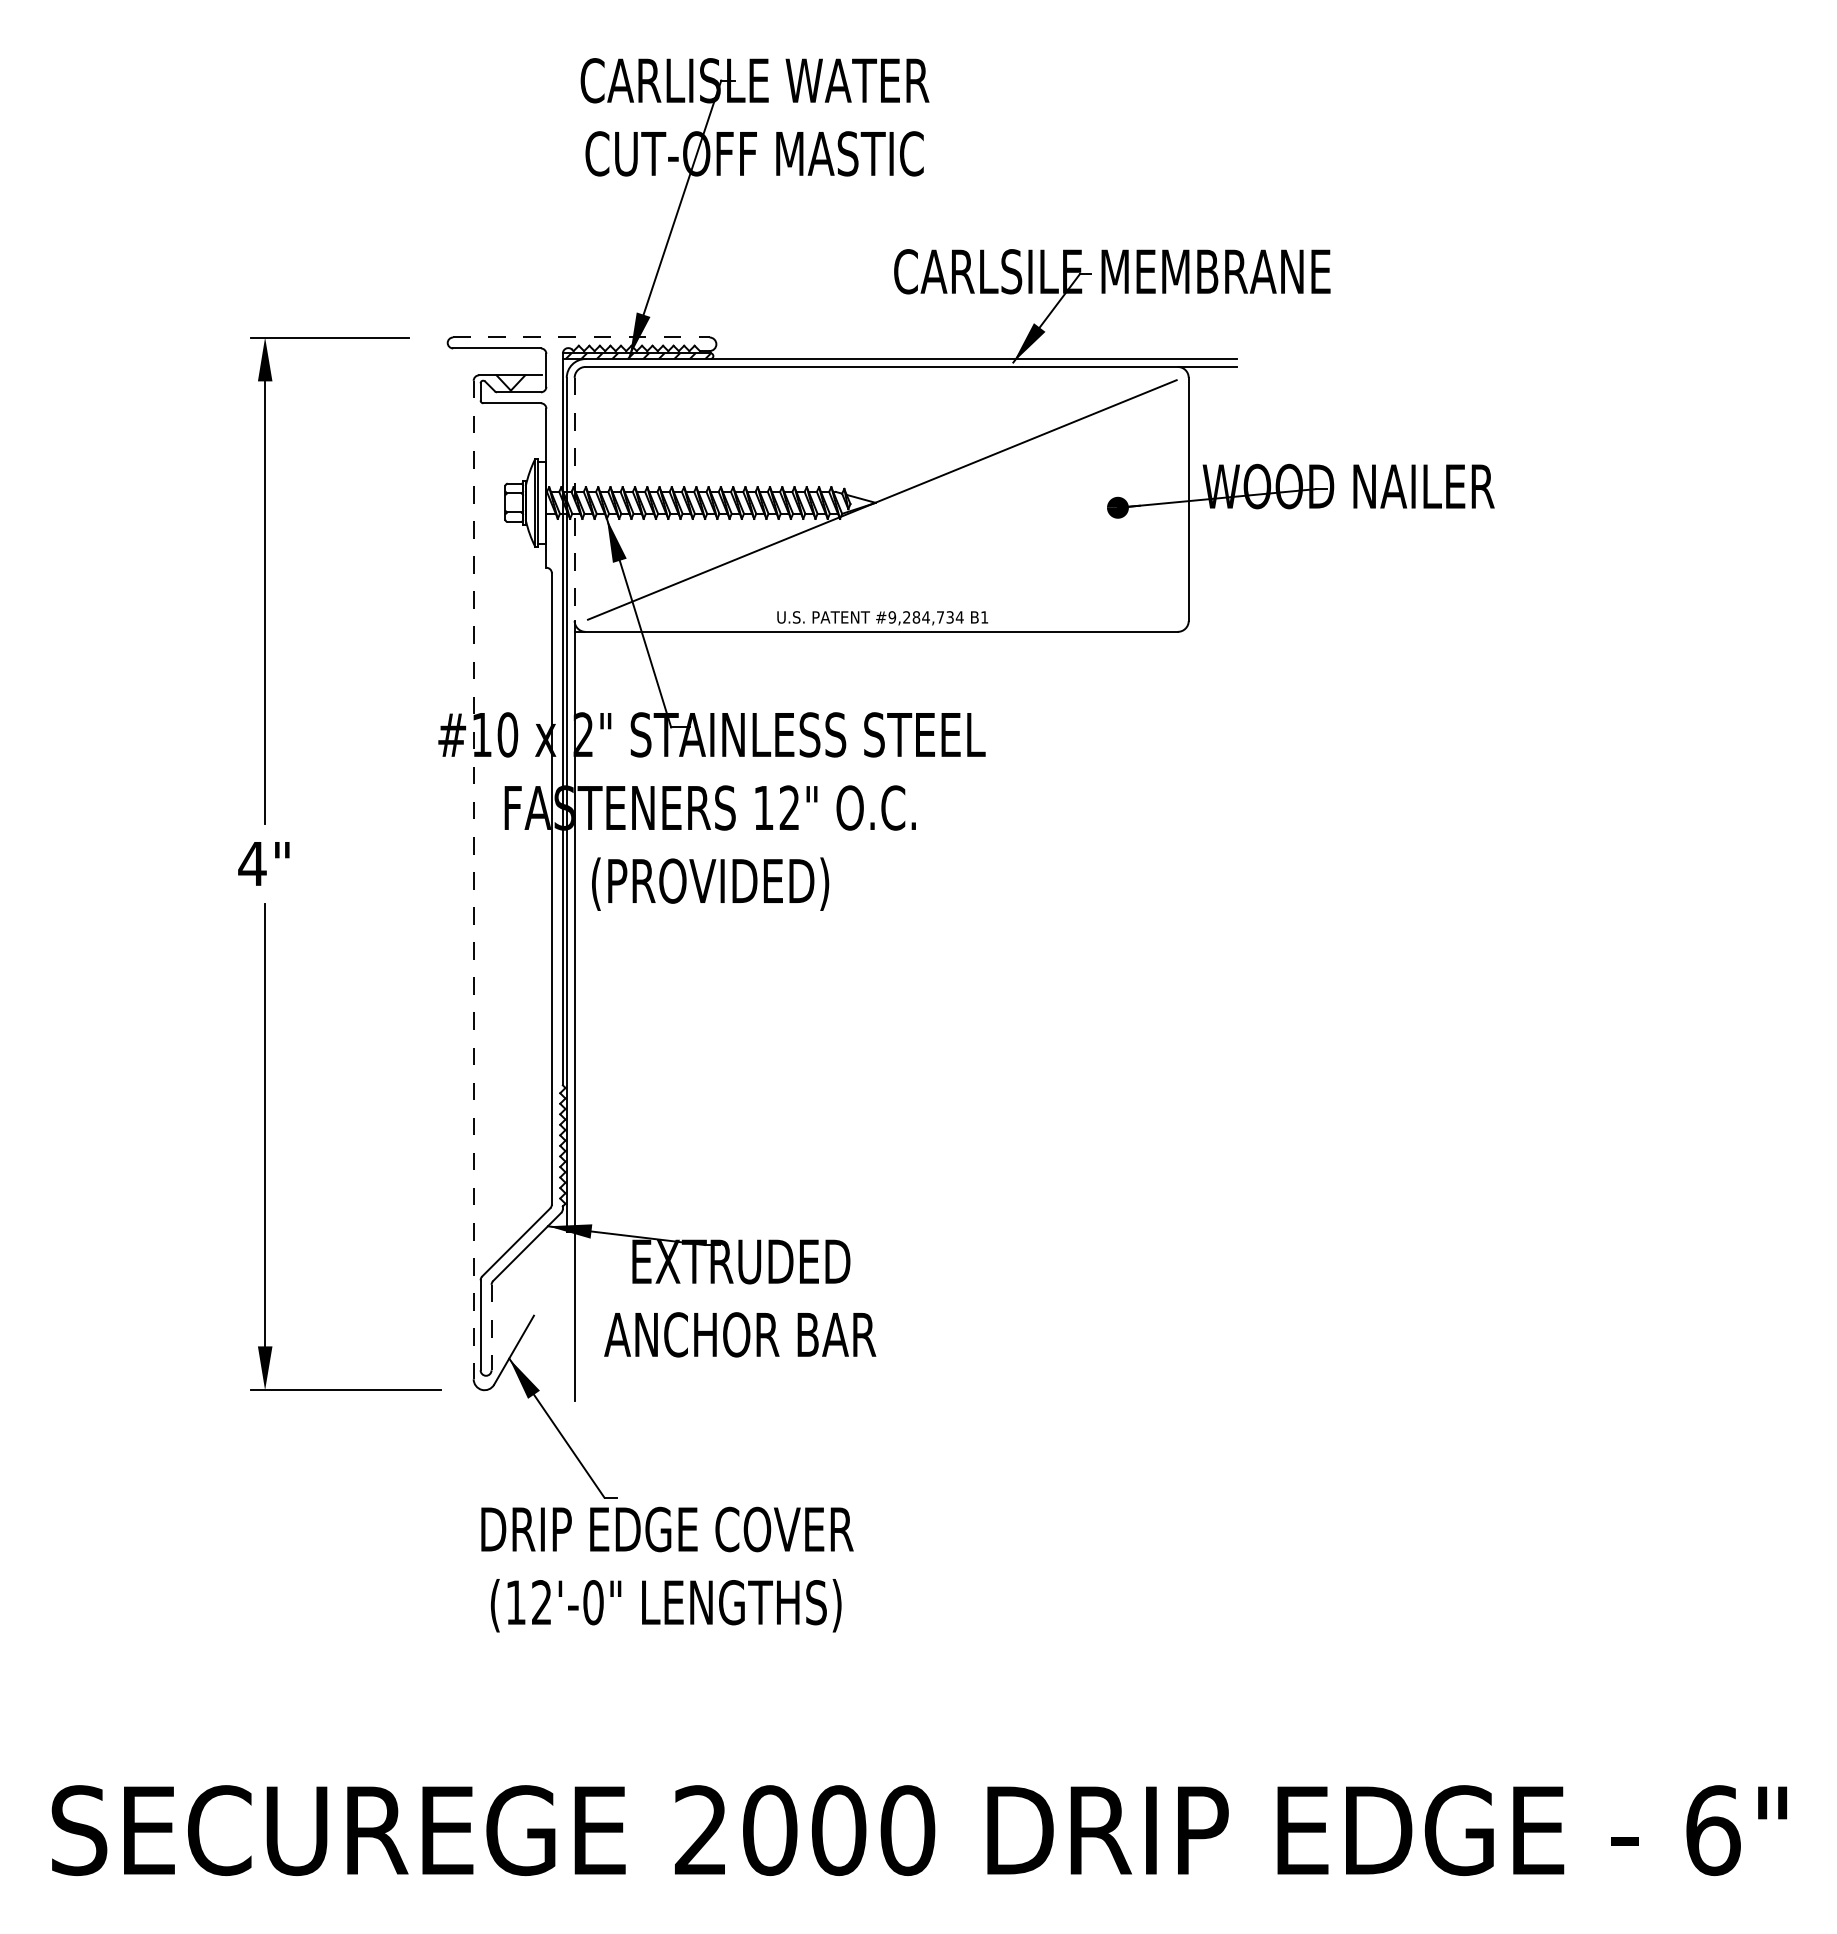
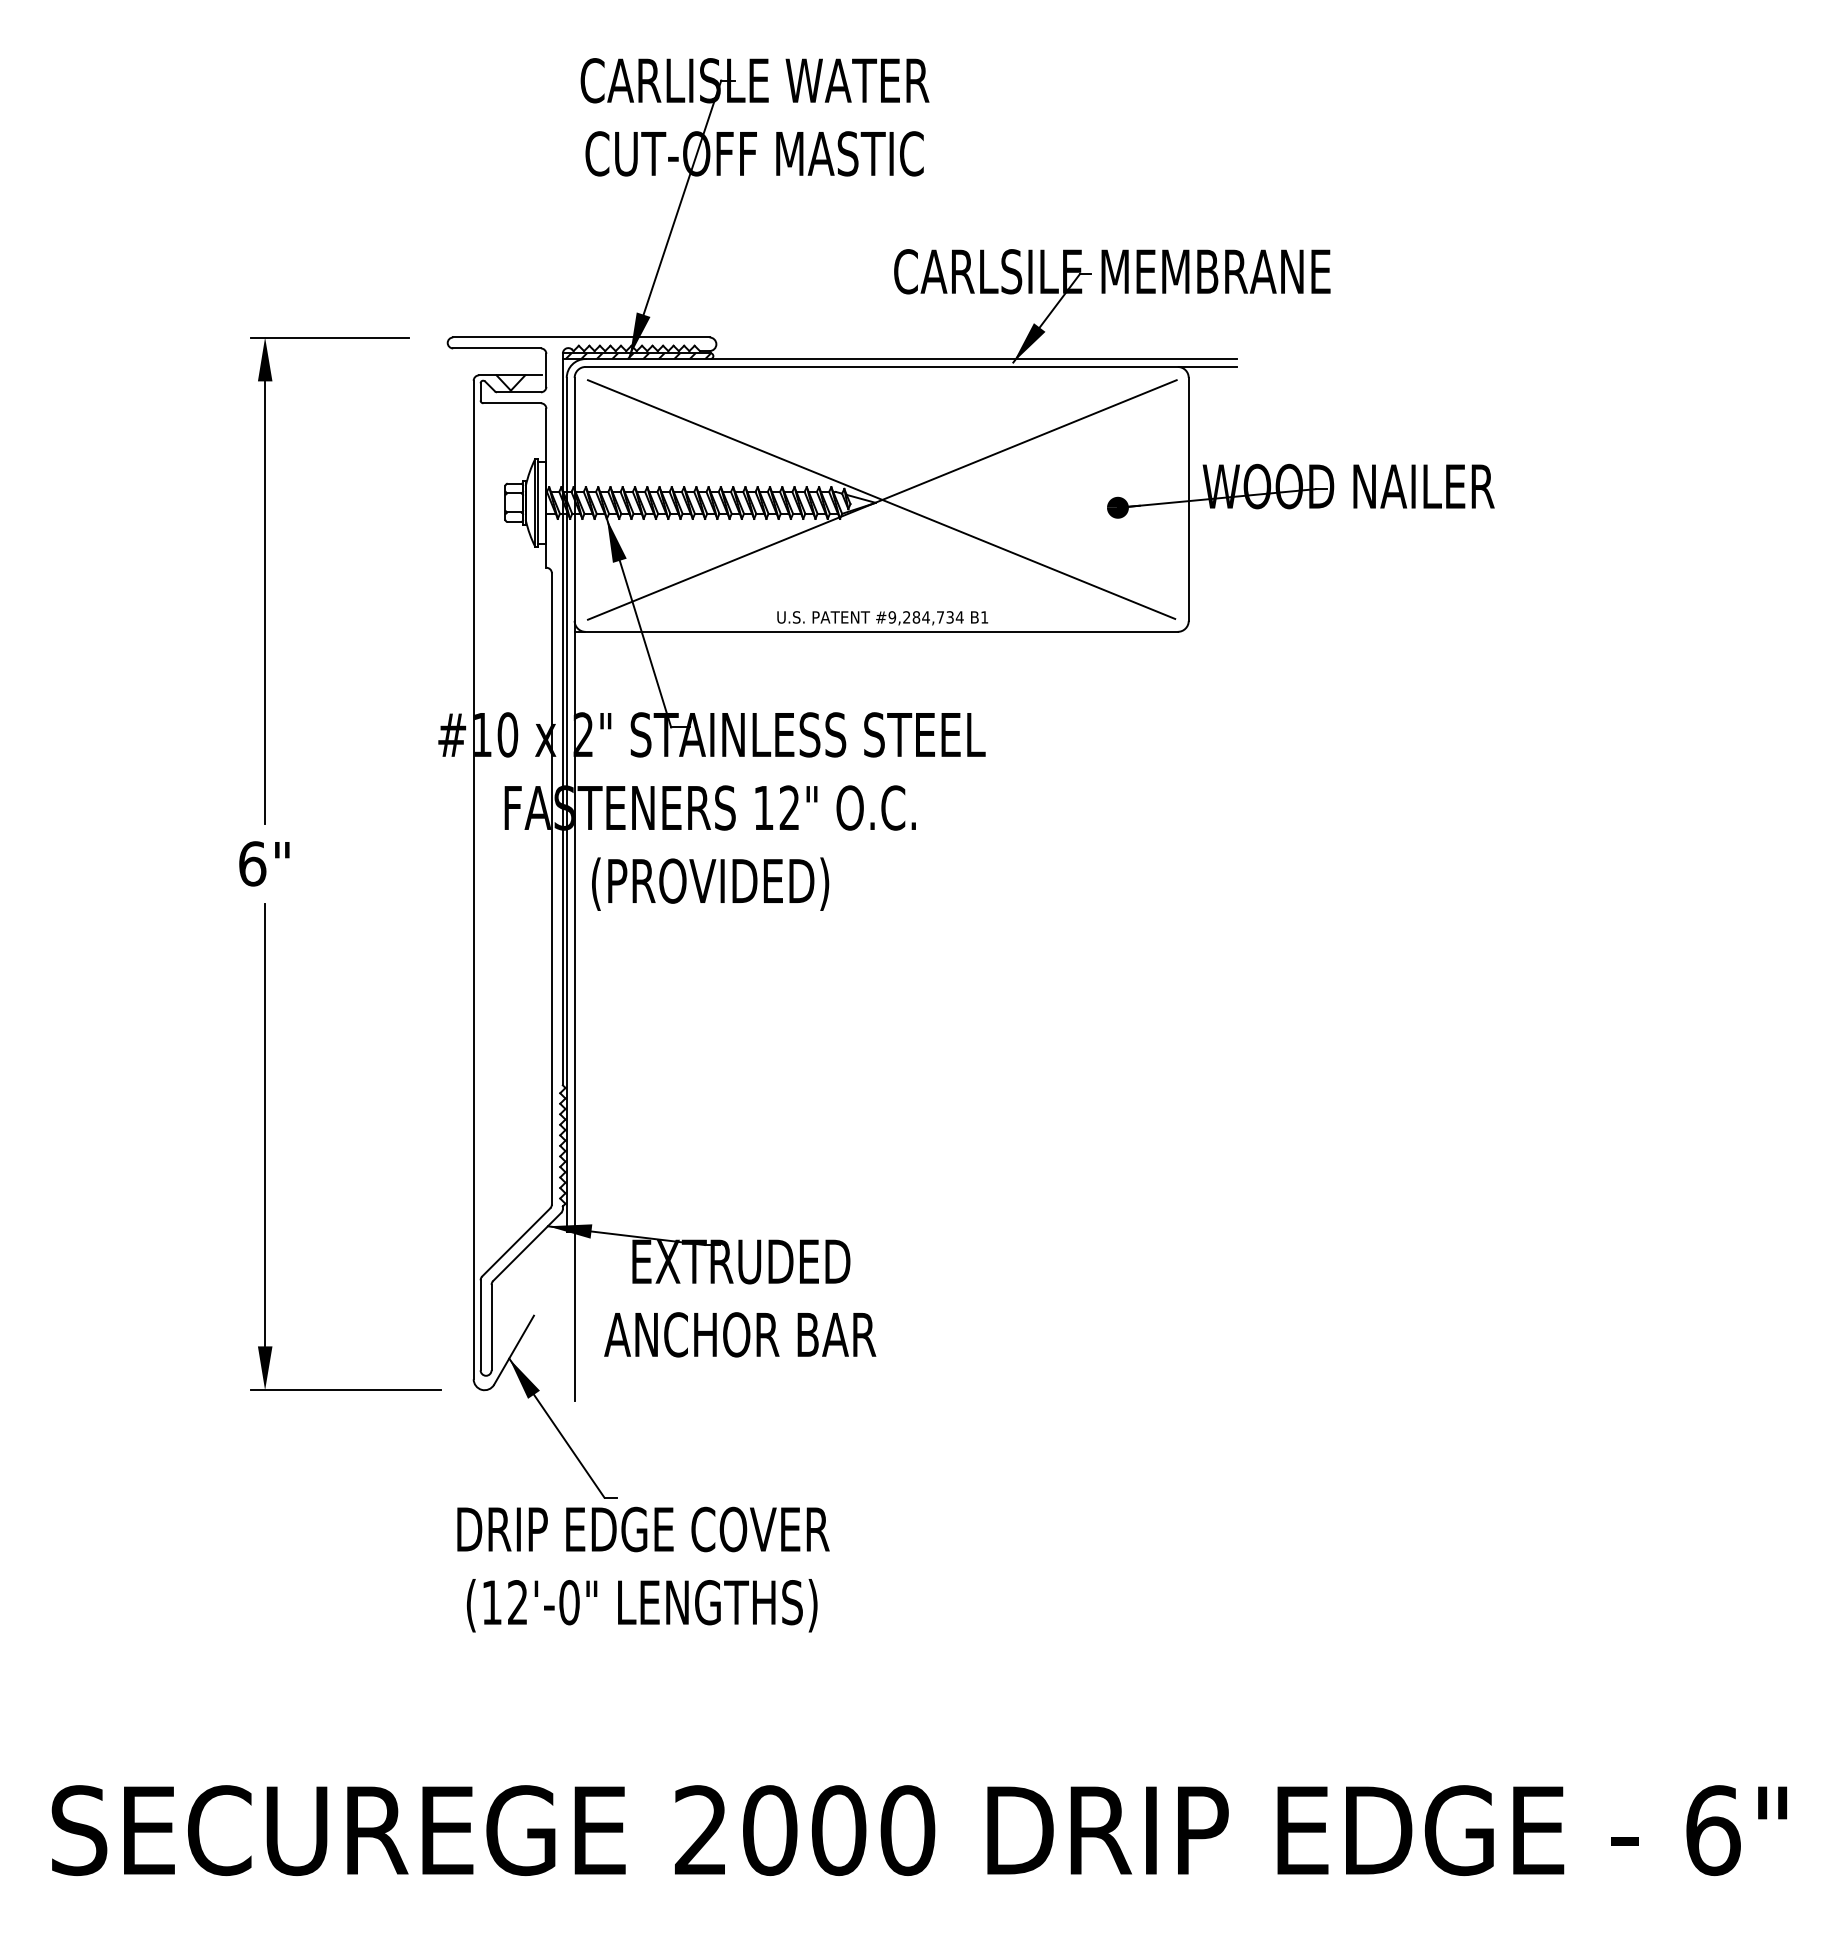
line at (581, 337): dashed -> solid
line at (574, 499): dashed -> solid
line at (881, 499): none -> present
text at (252, 863): 4" -> 6"
line at (473, 880): dashed -> solid
line at (491, 1327): dashed -> solid
text at (667, 1569) position: (667, 1569) -> (643, 1569)
